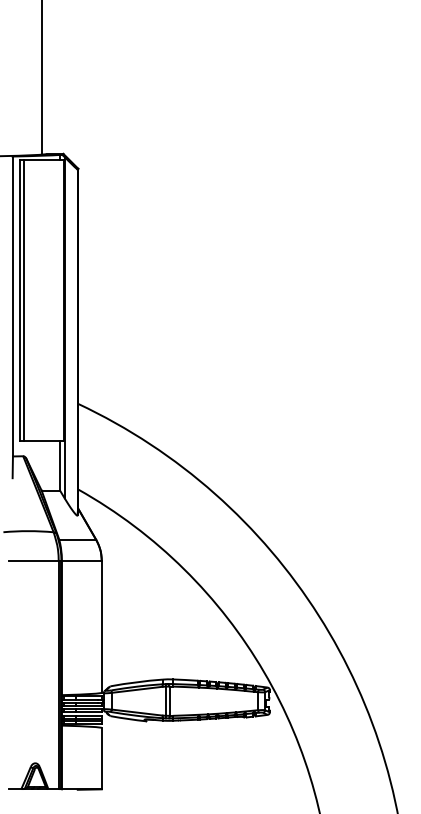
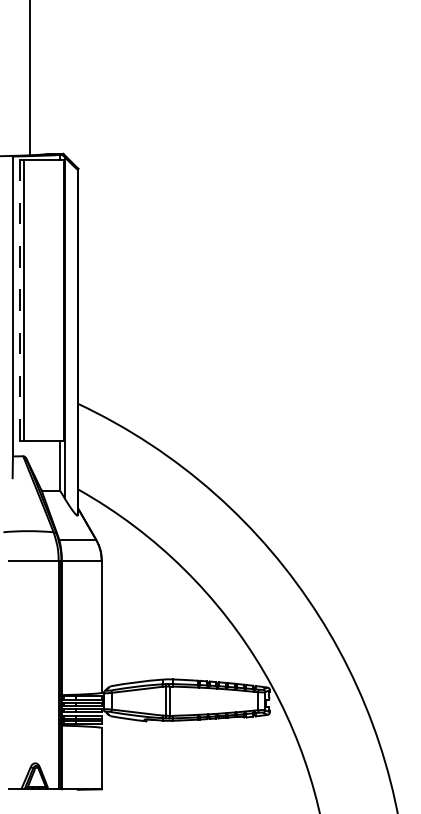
line at (42, 78) position: (42, 78) -> (30, 78)
line at (19, 299): solid -> dashed
